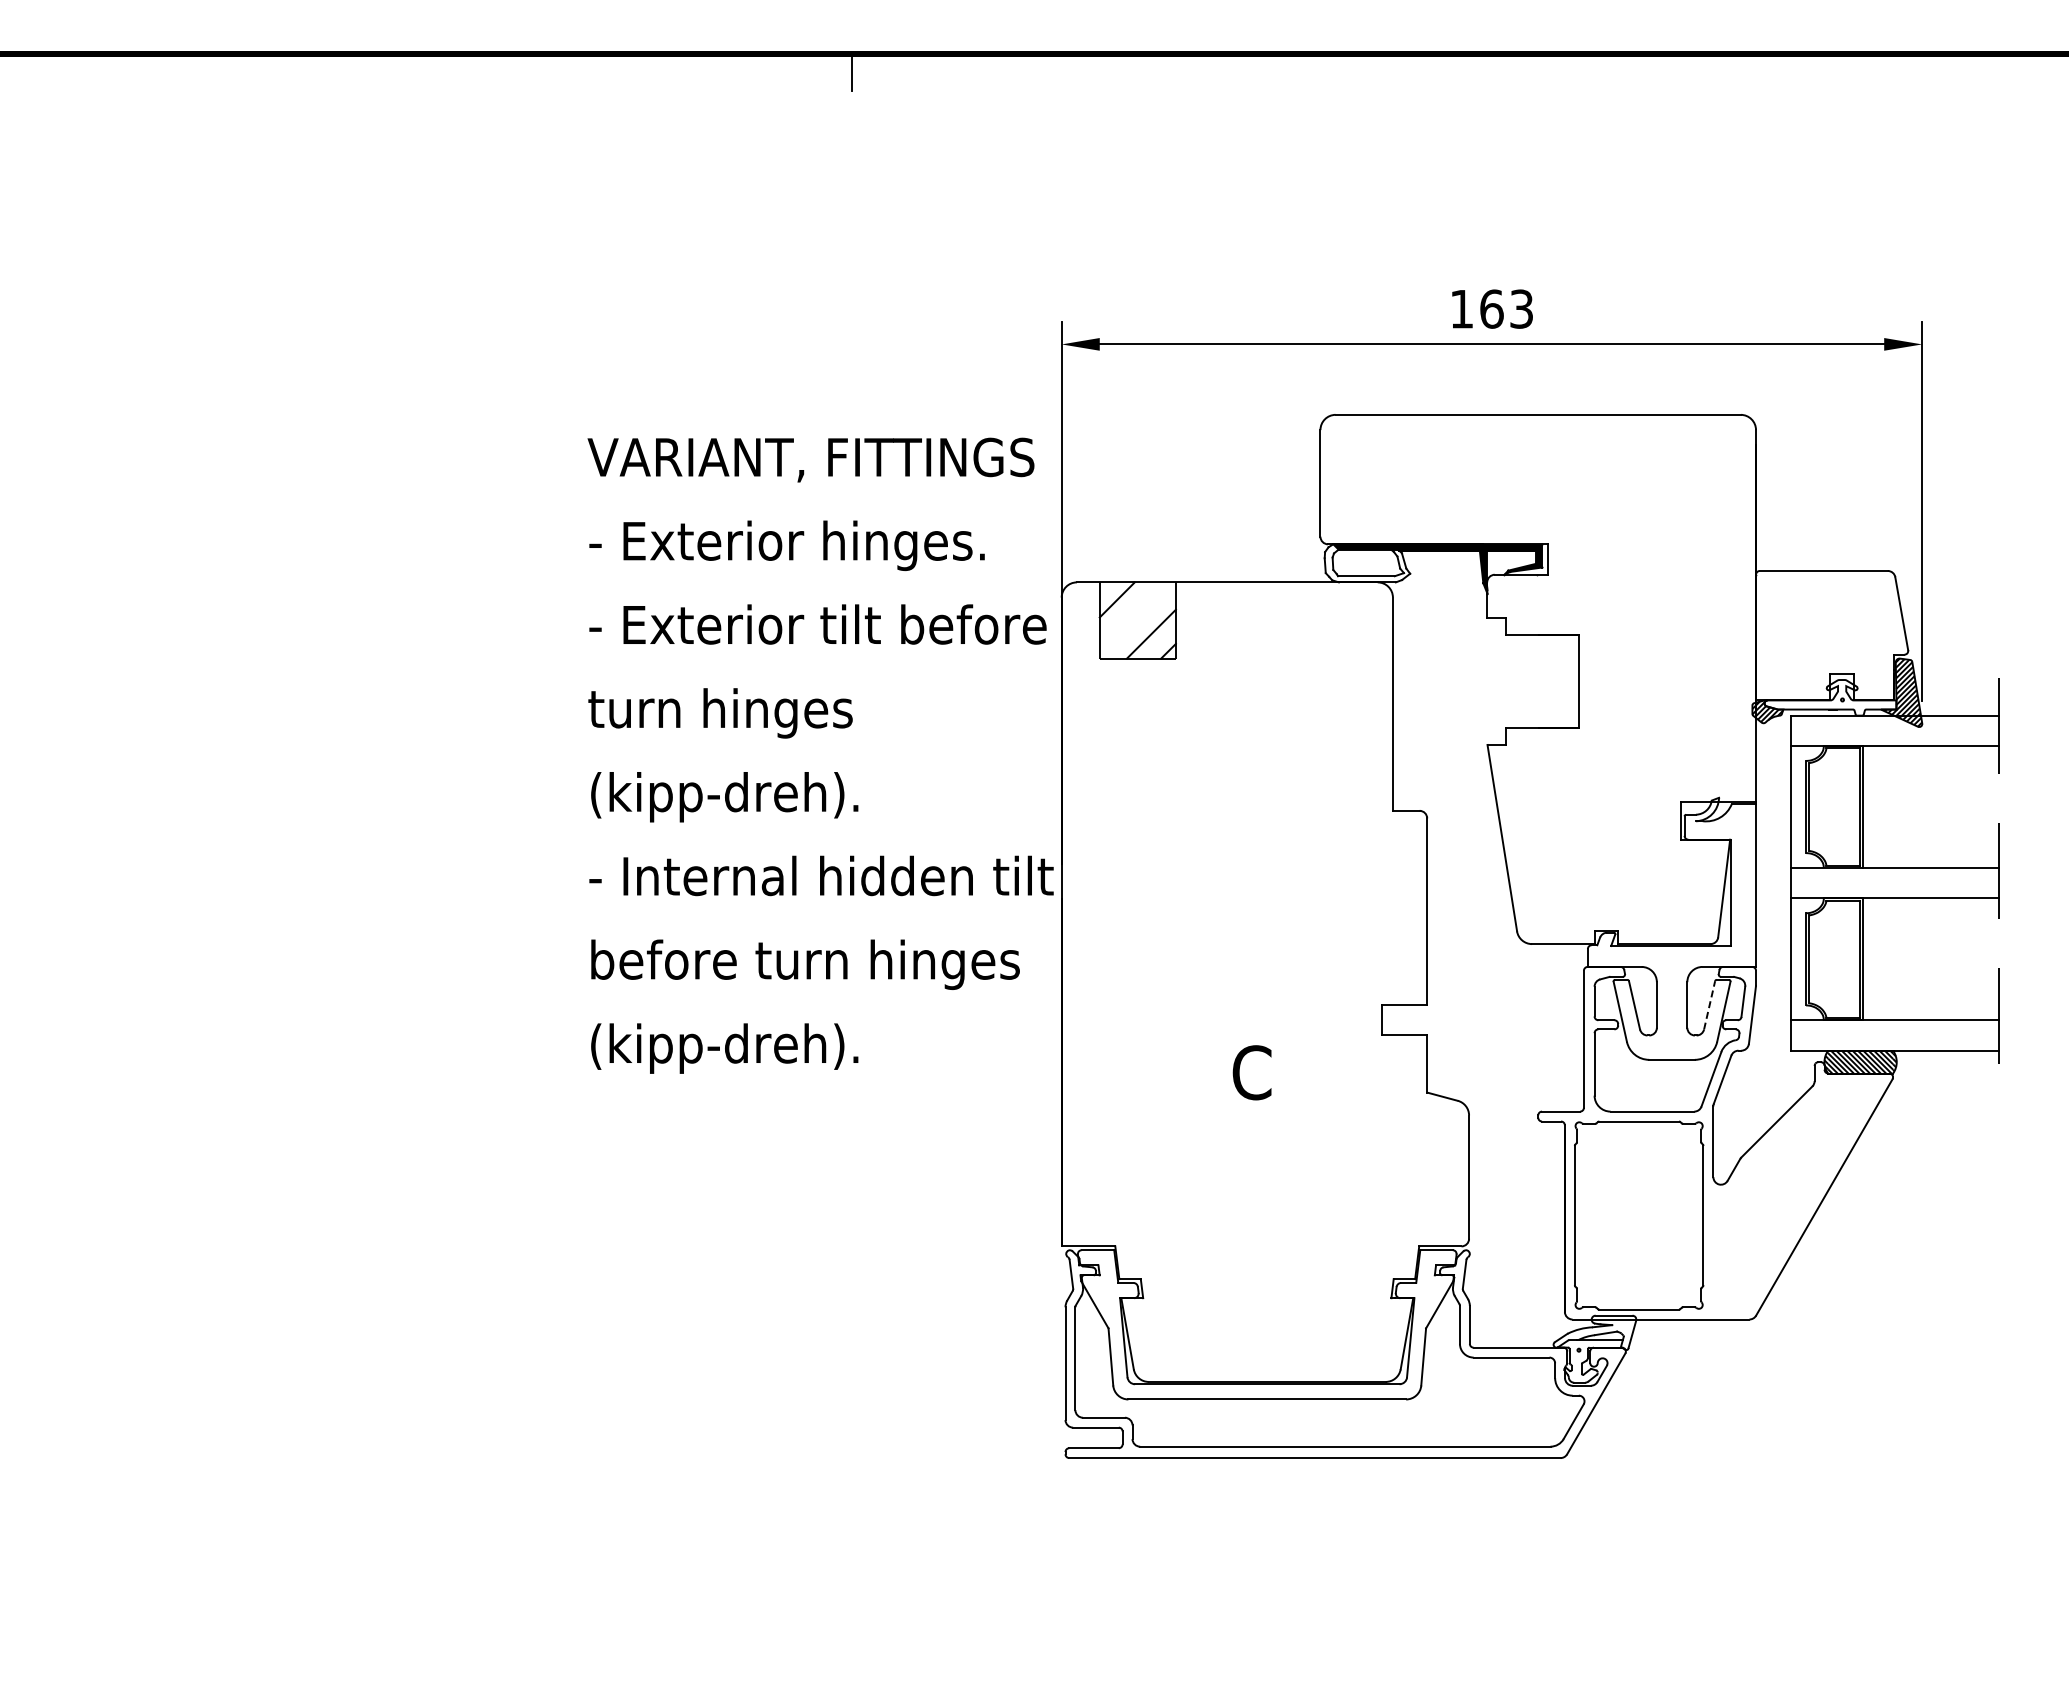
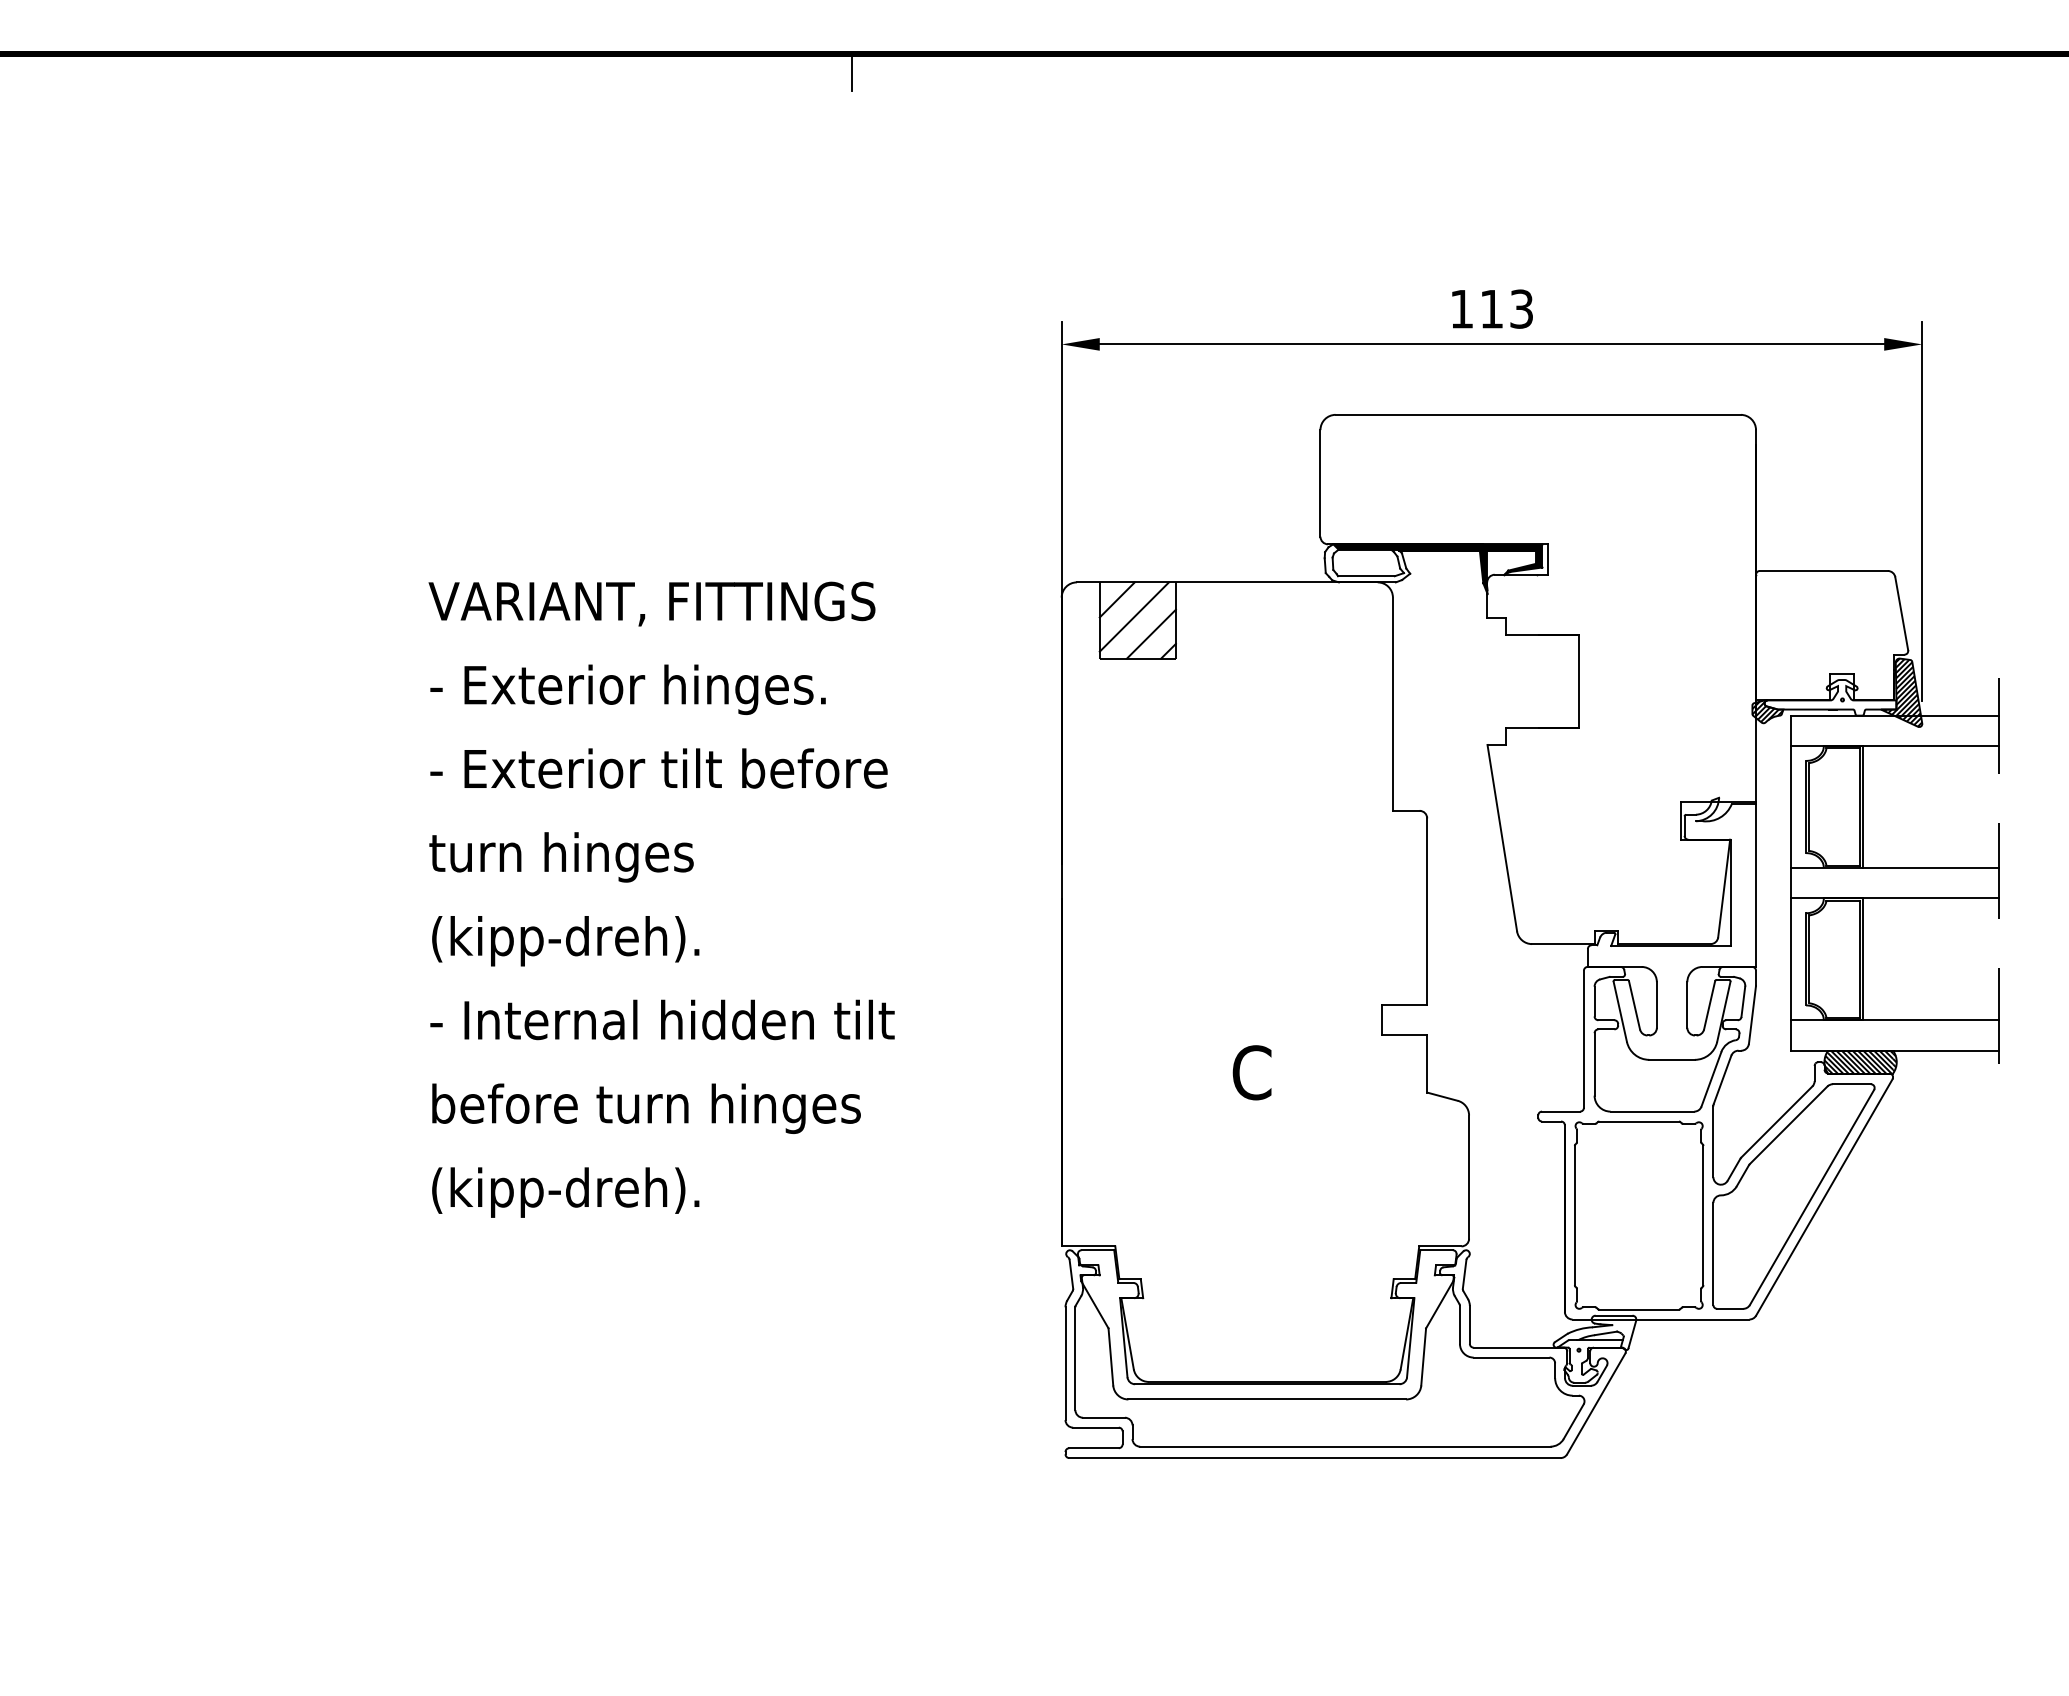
text at (1491, 308): 163 -> 113
line at (1133, 616): none -> present
text at (820, 755) position: (820, 755) -> (661, 899)
line at (1709, 1005): dashed -> solid
part at (1793, 1196): none -> present
